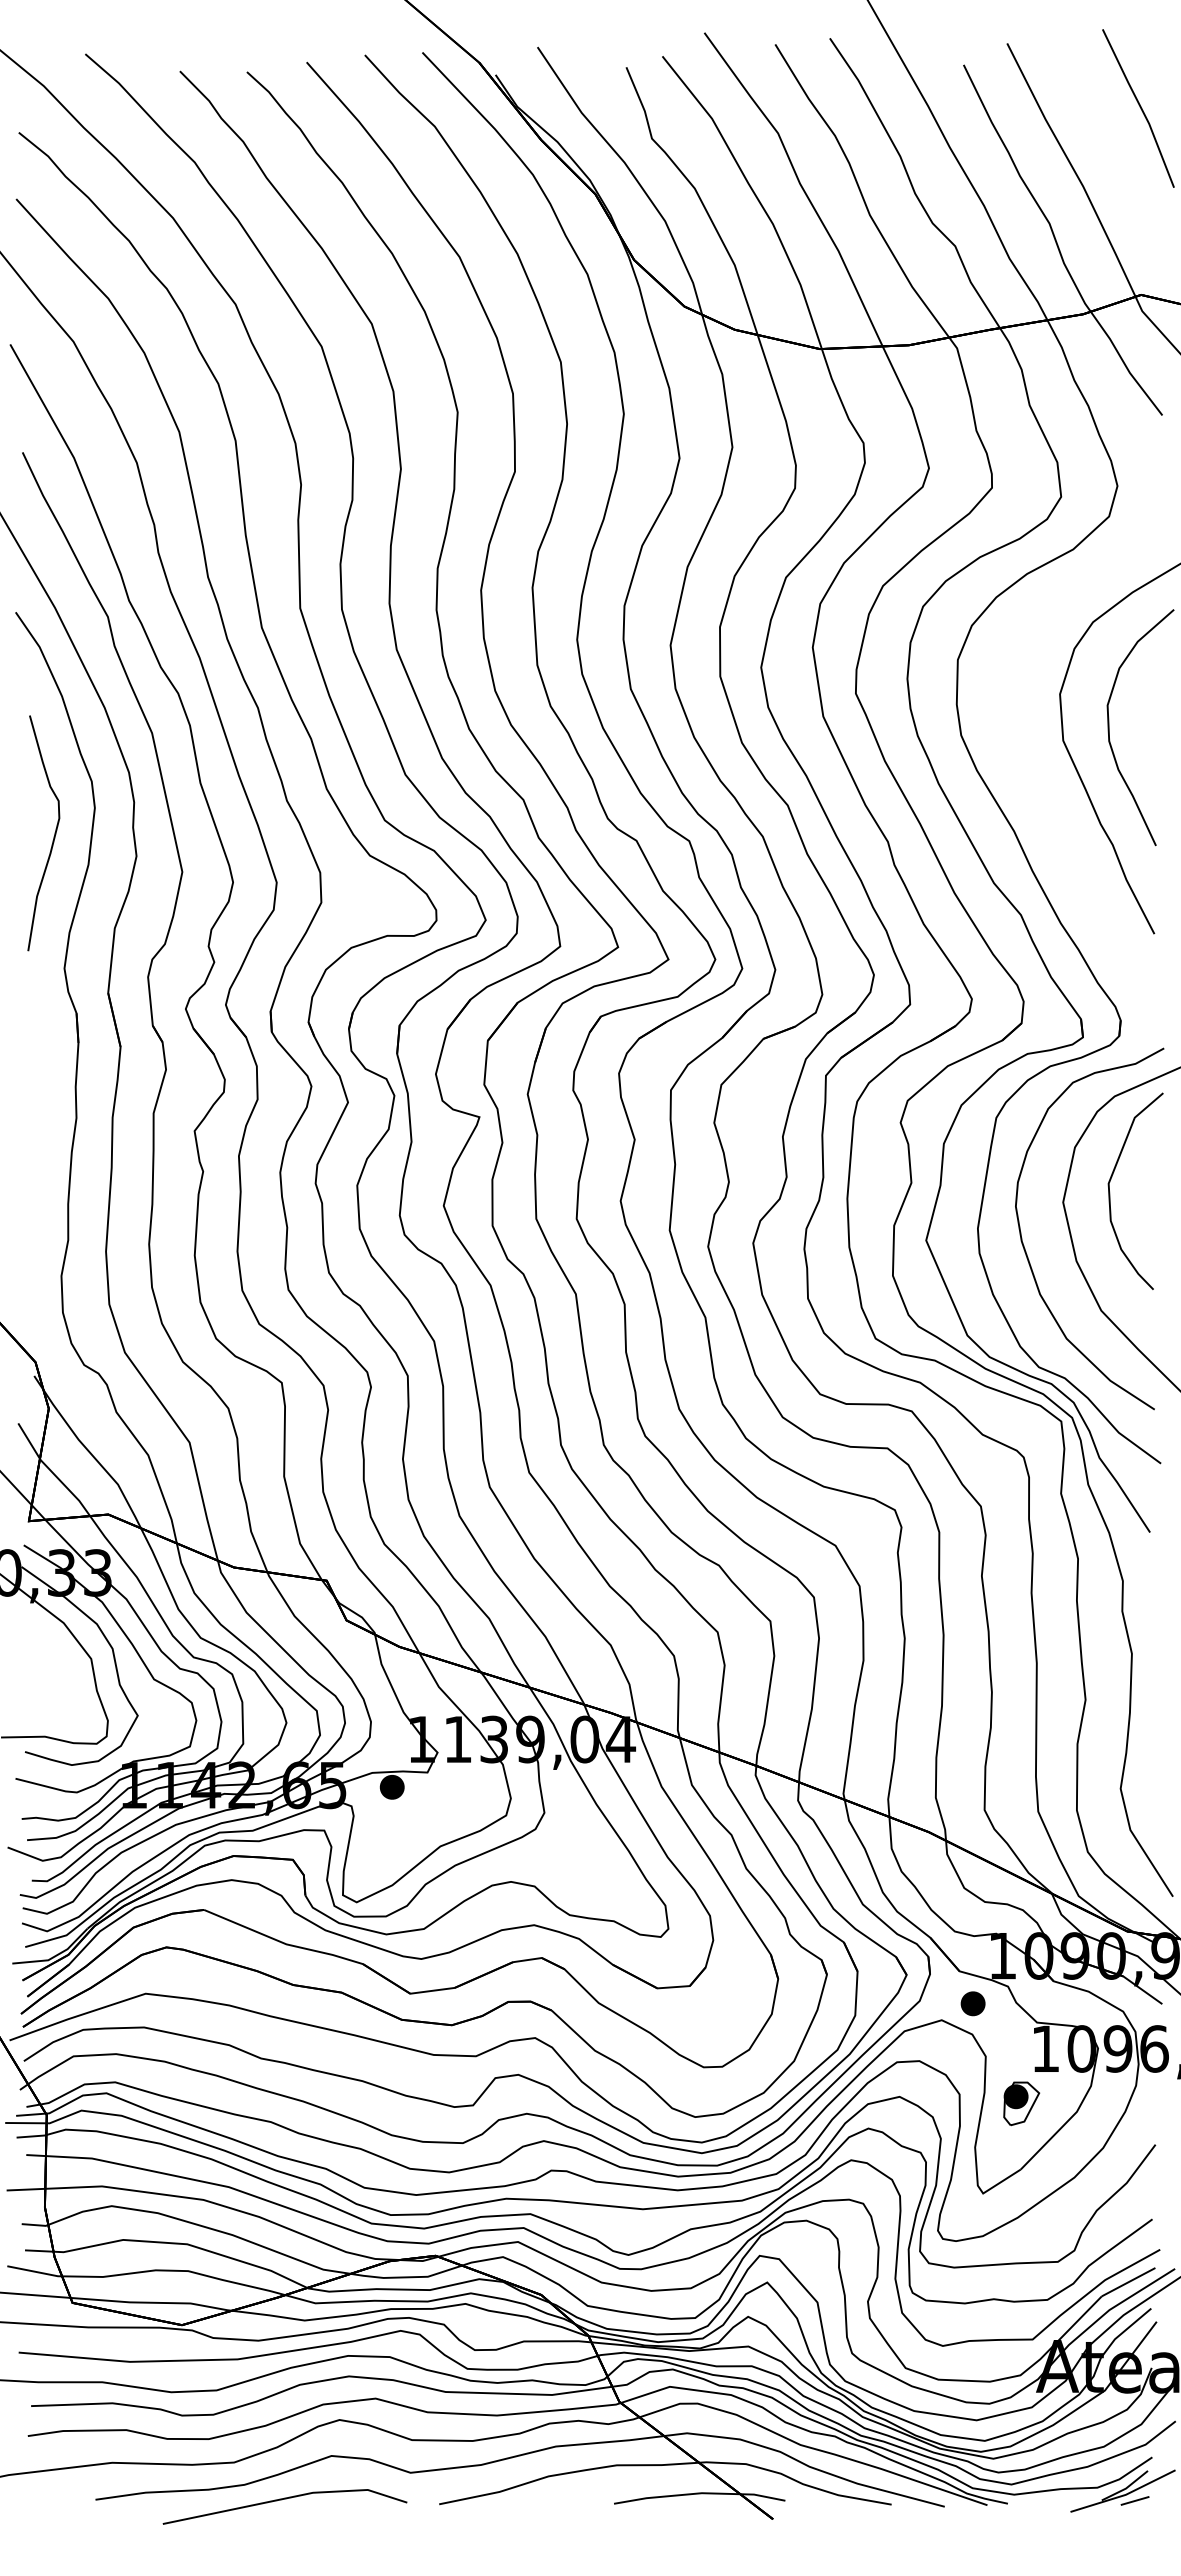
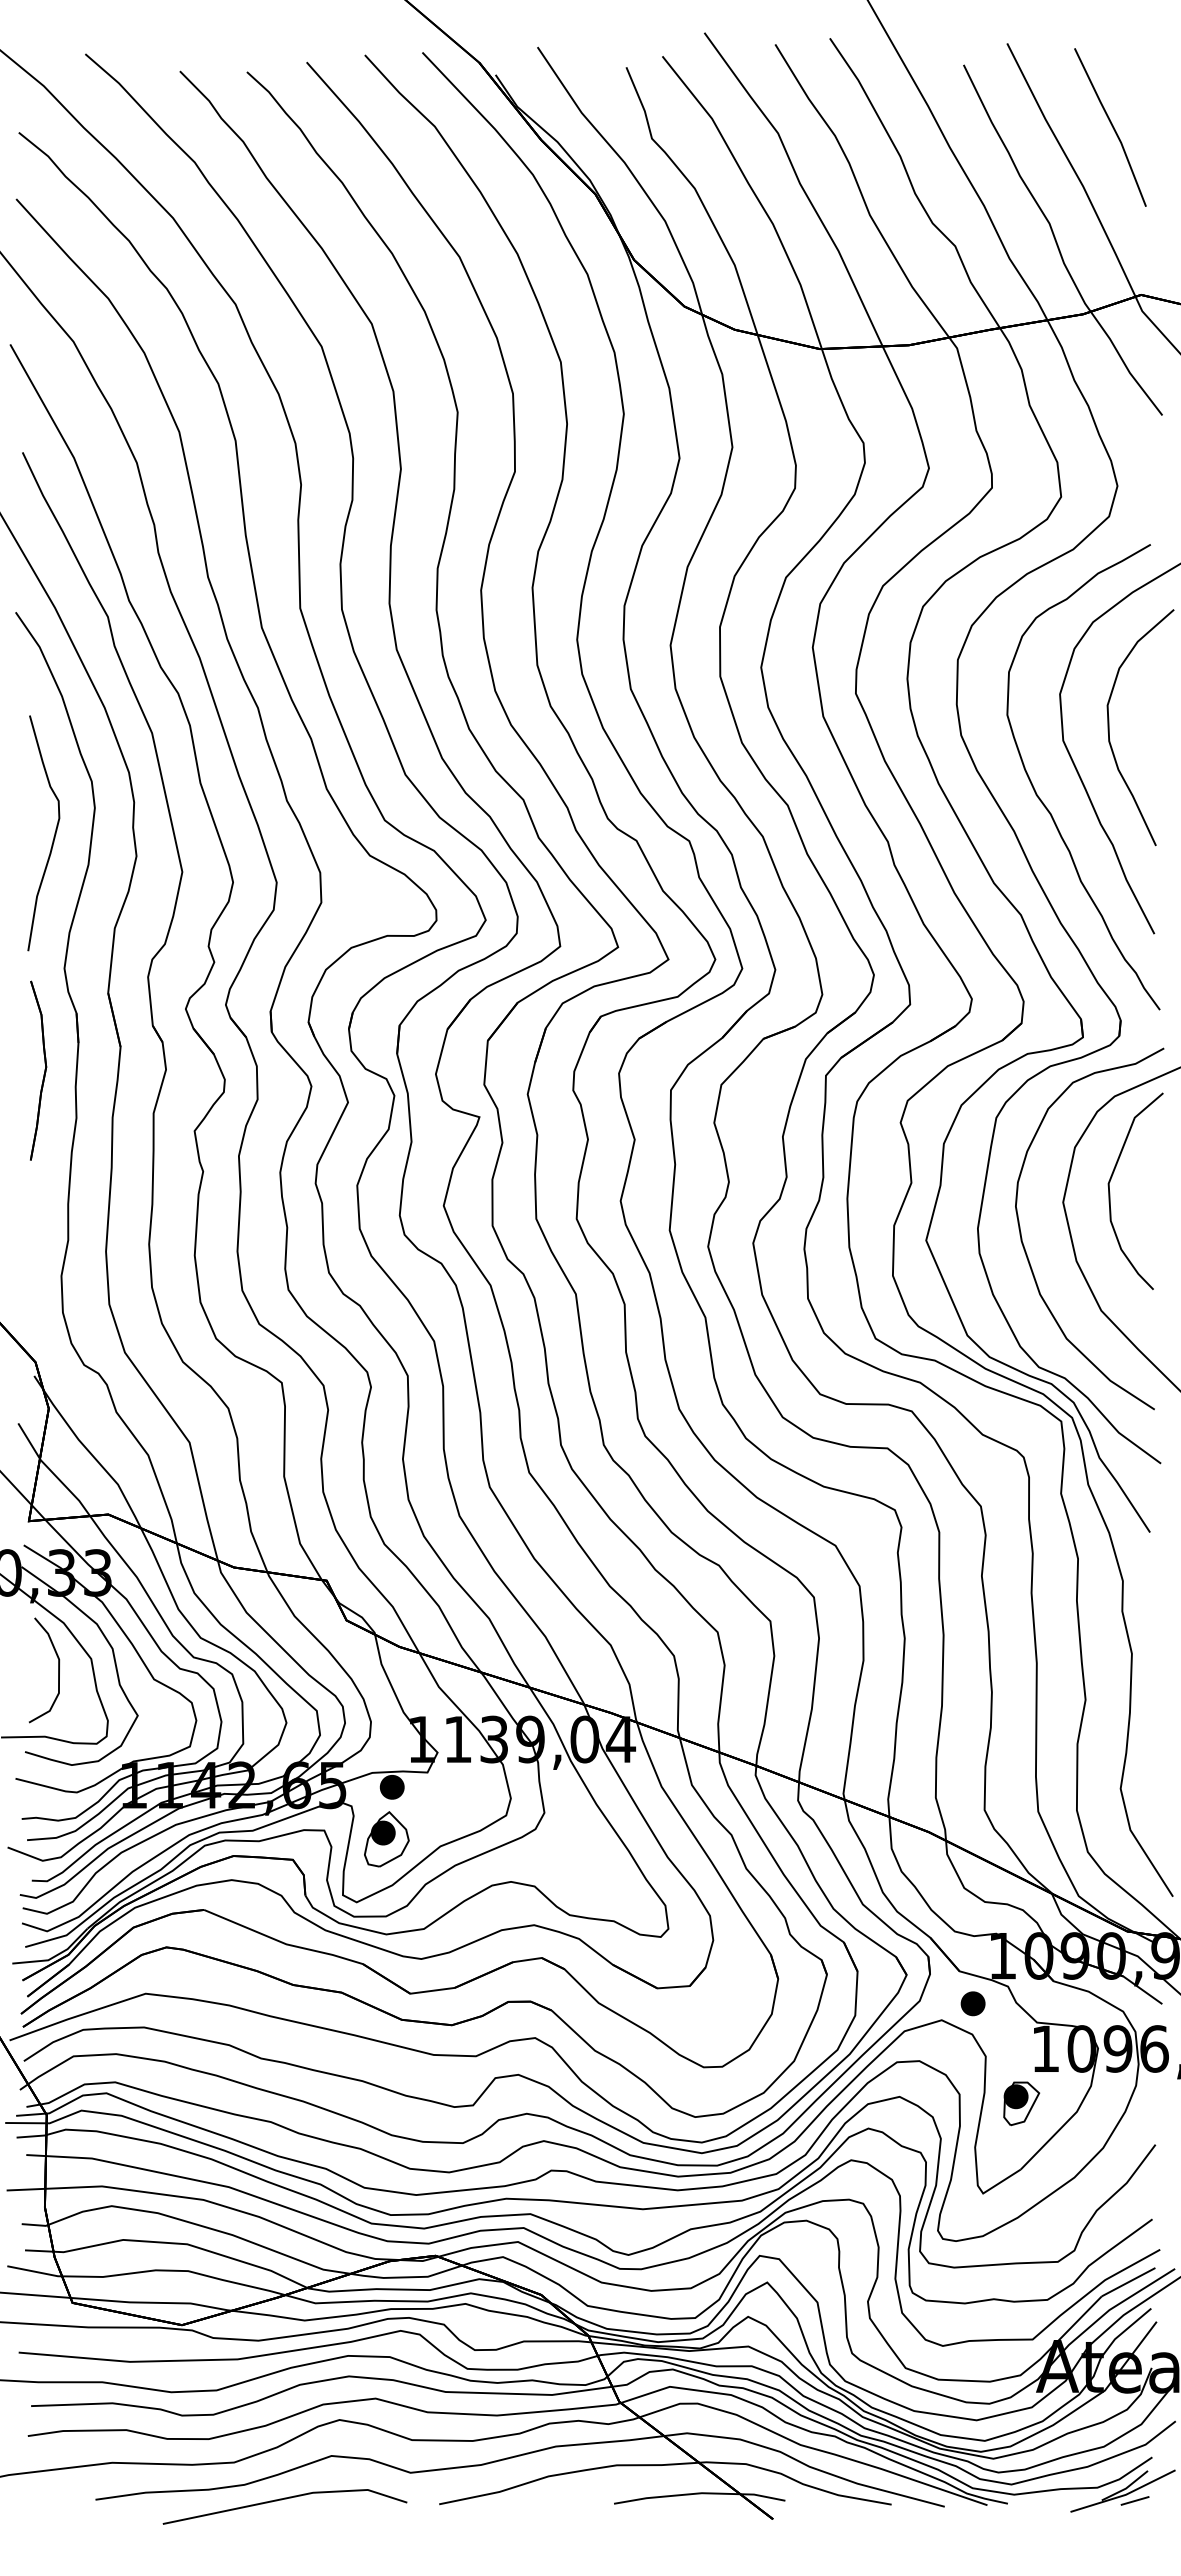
line at (1139, 107) position: (1139, 107) -> (1111, 126)
curve at (1044, 803): none -> present
part at (38, 1070): none -> present
curve at (58, 1670): none -> present
part at (386, 1839): none -> present
